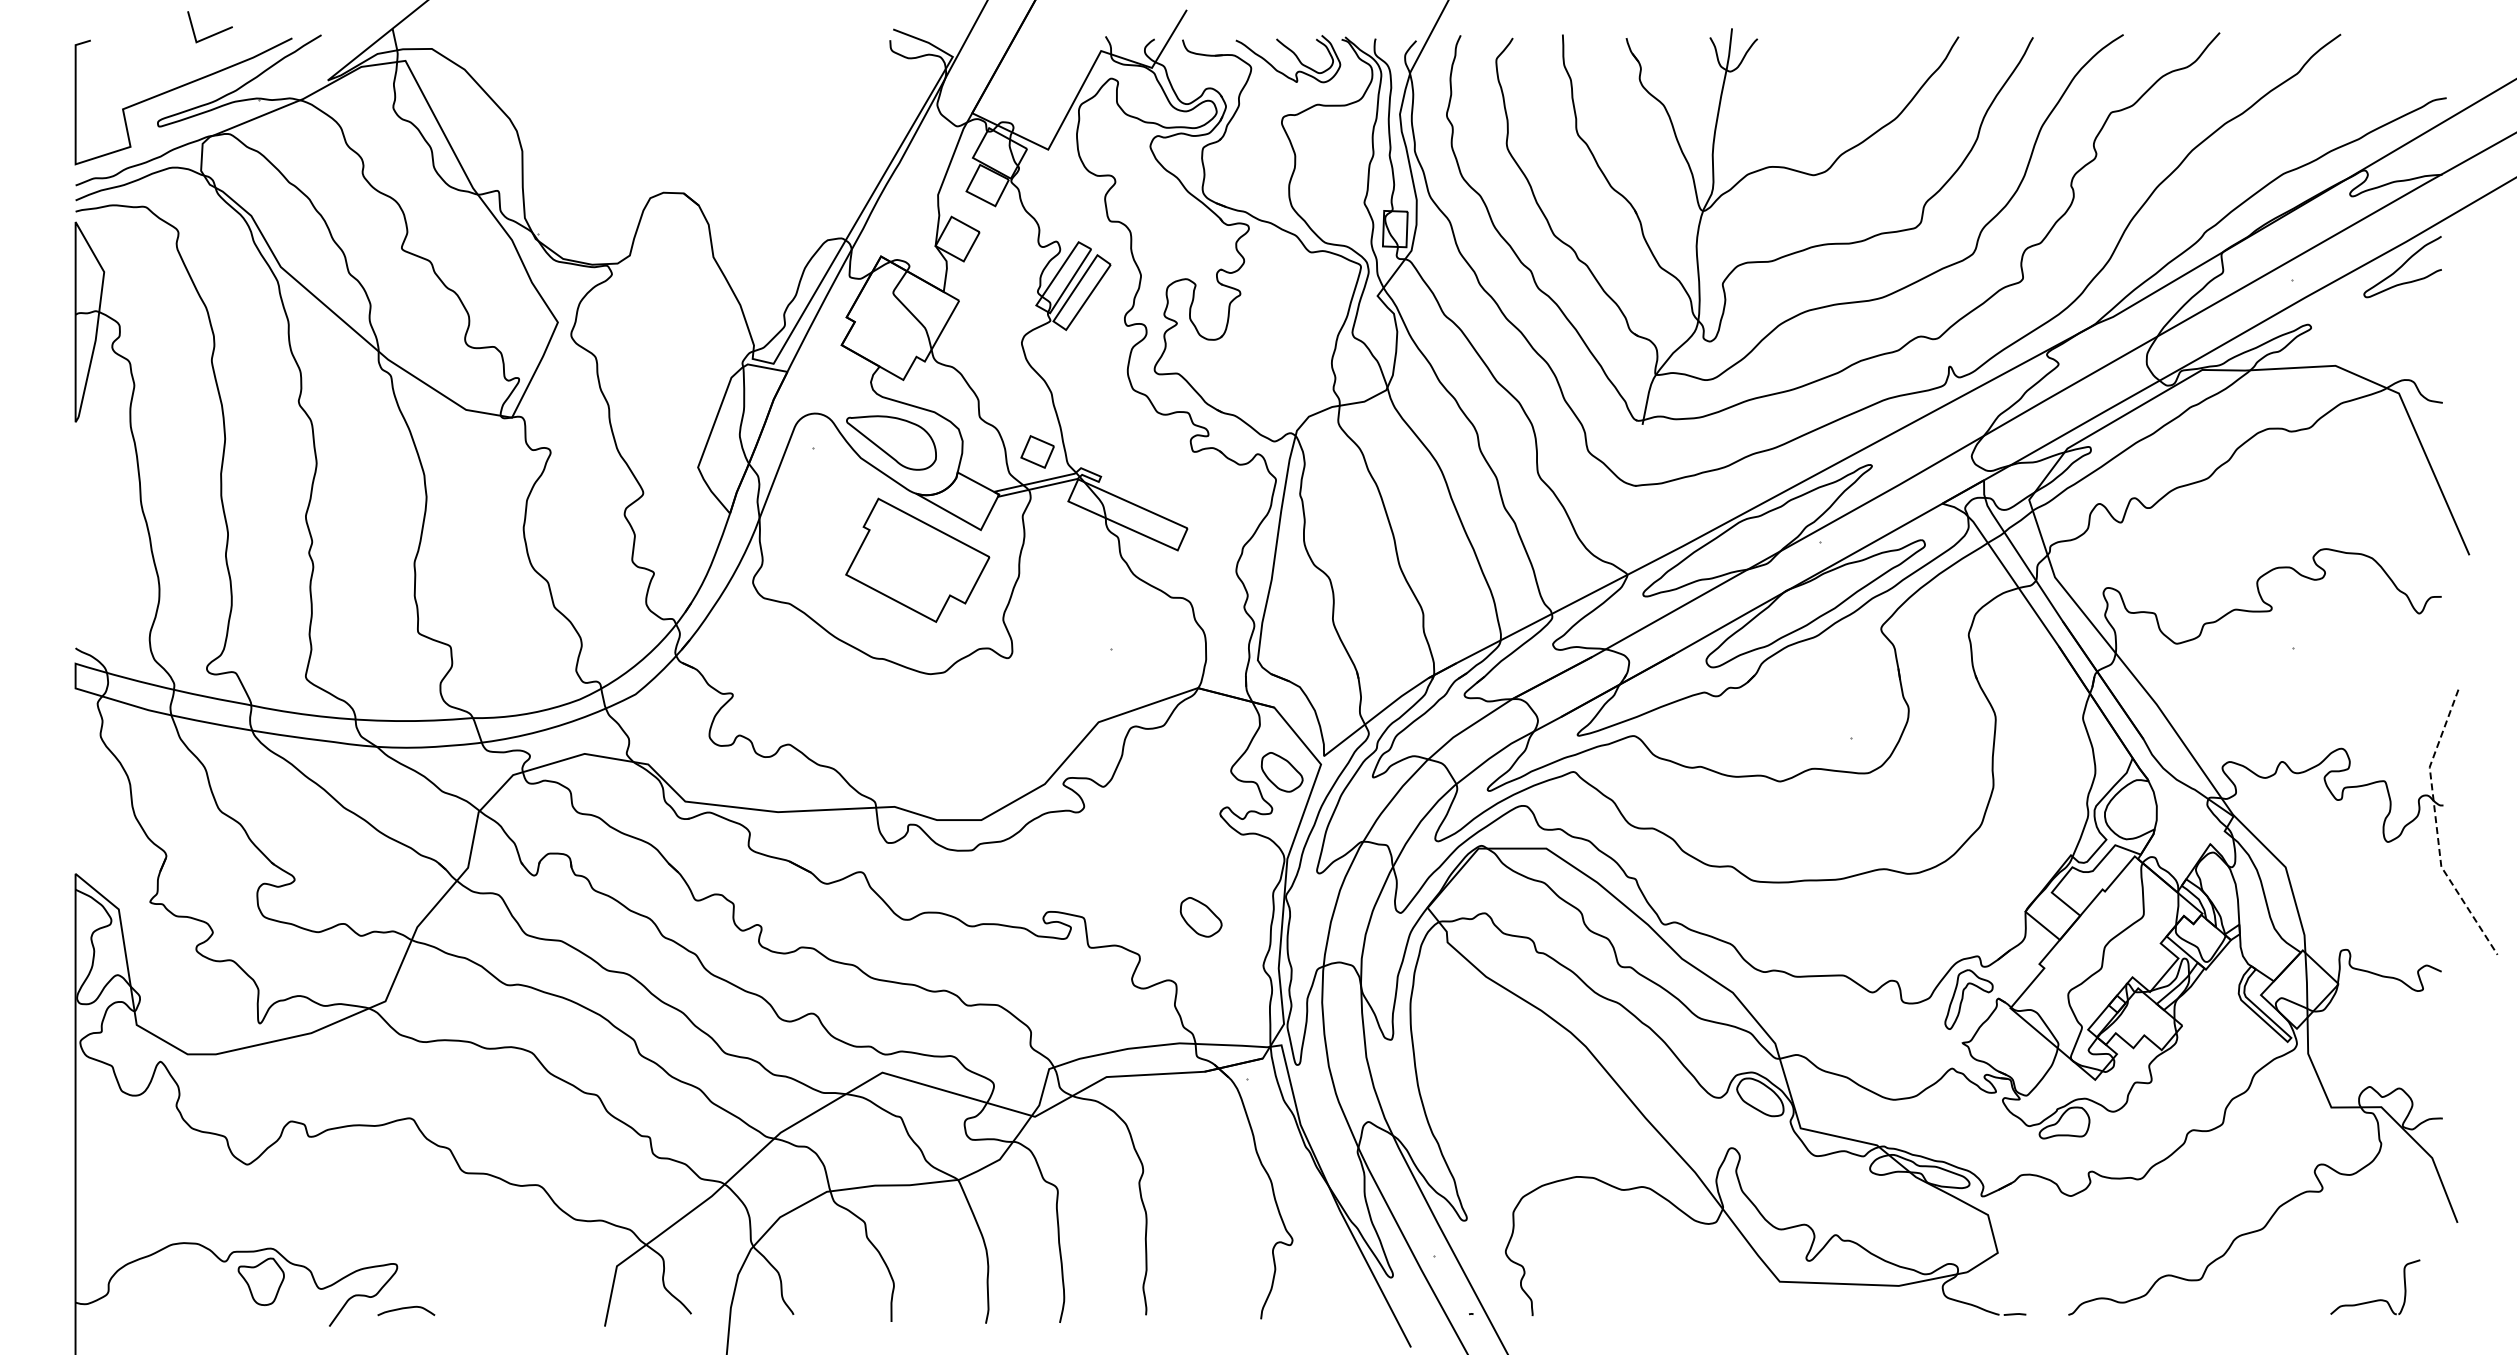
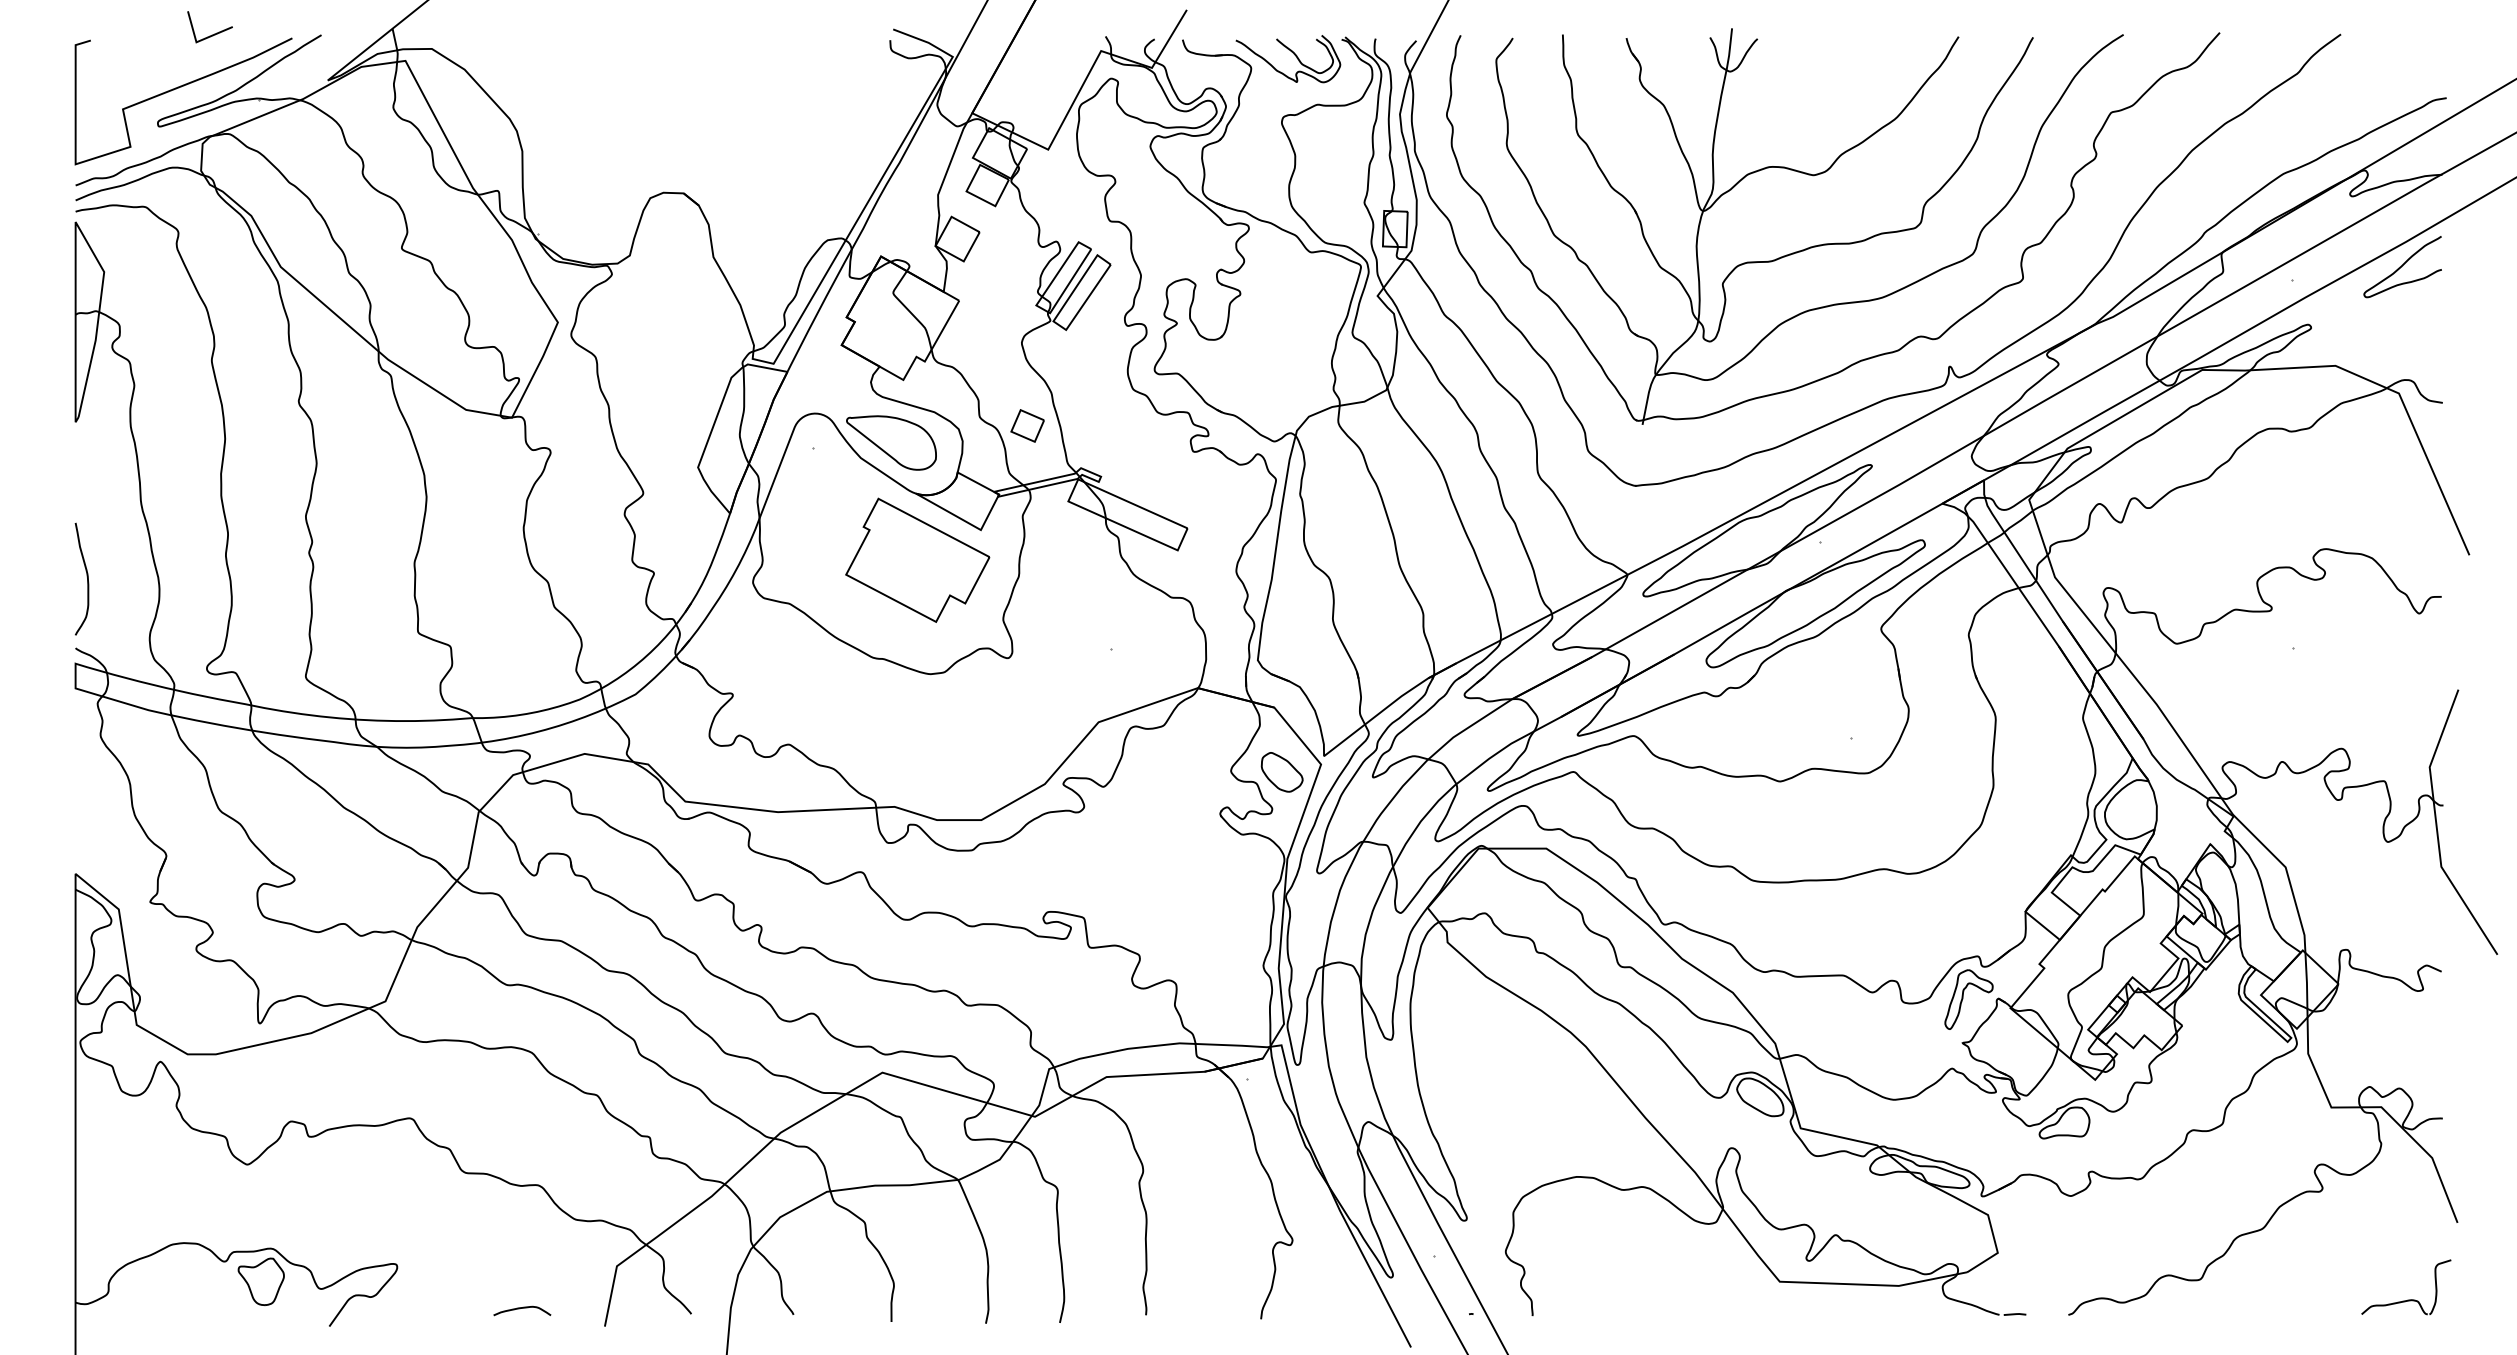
part at (1037, 451) position: (1037, 451) -> (1027, 425)
curve at (86, 576): none -> present
line at (2436, 828): dashed -> solid
part at (1200, 917): present -> none
part at (2376, 1299) position: (2376, 1299) -> (2407, 1299)
curve at (406, 1308) position: (406, 1308) -> (522, 1308)
